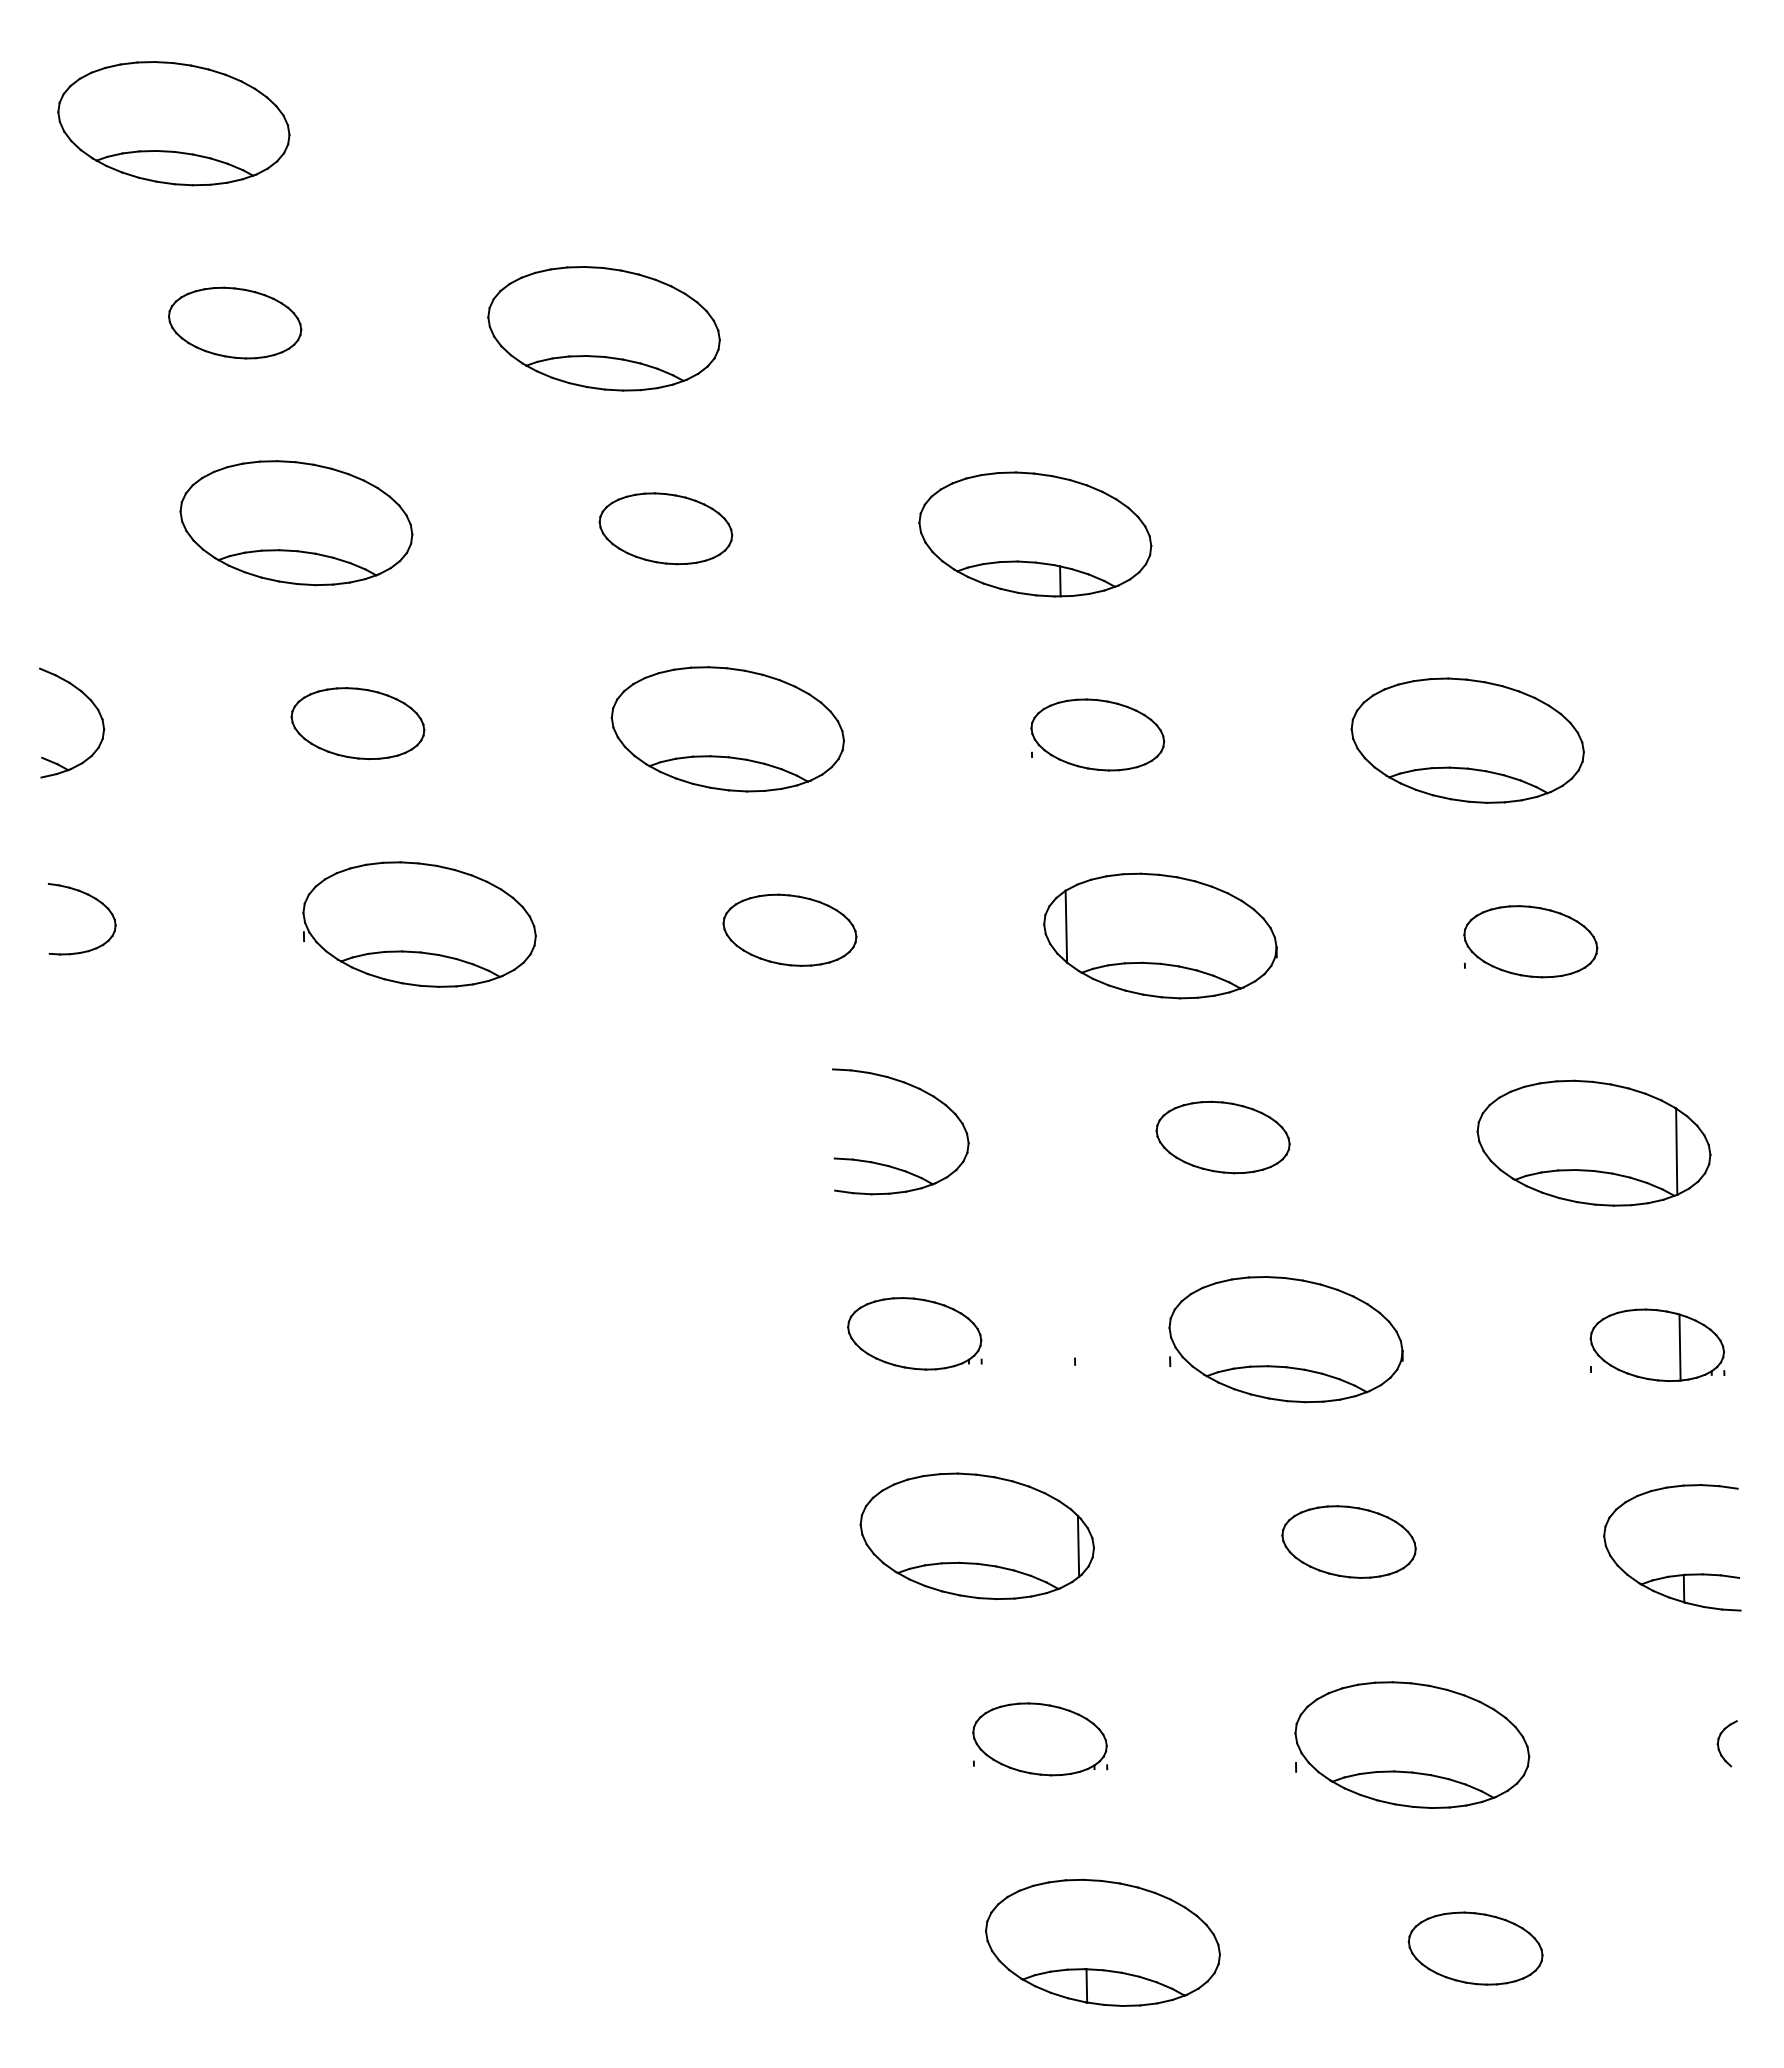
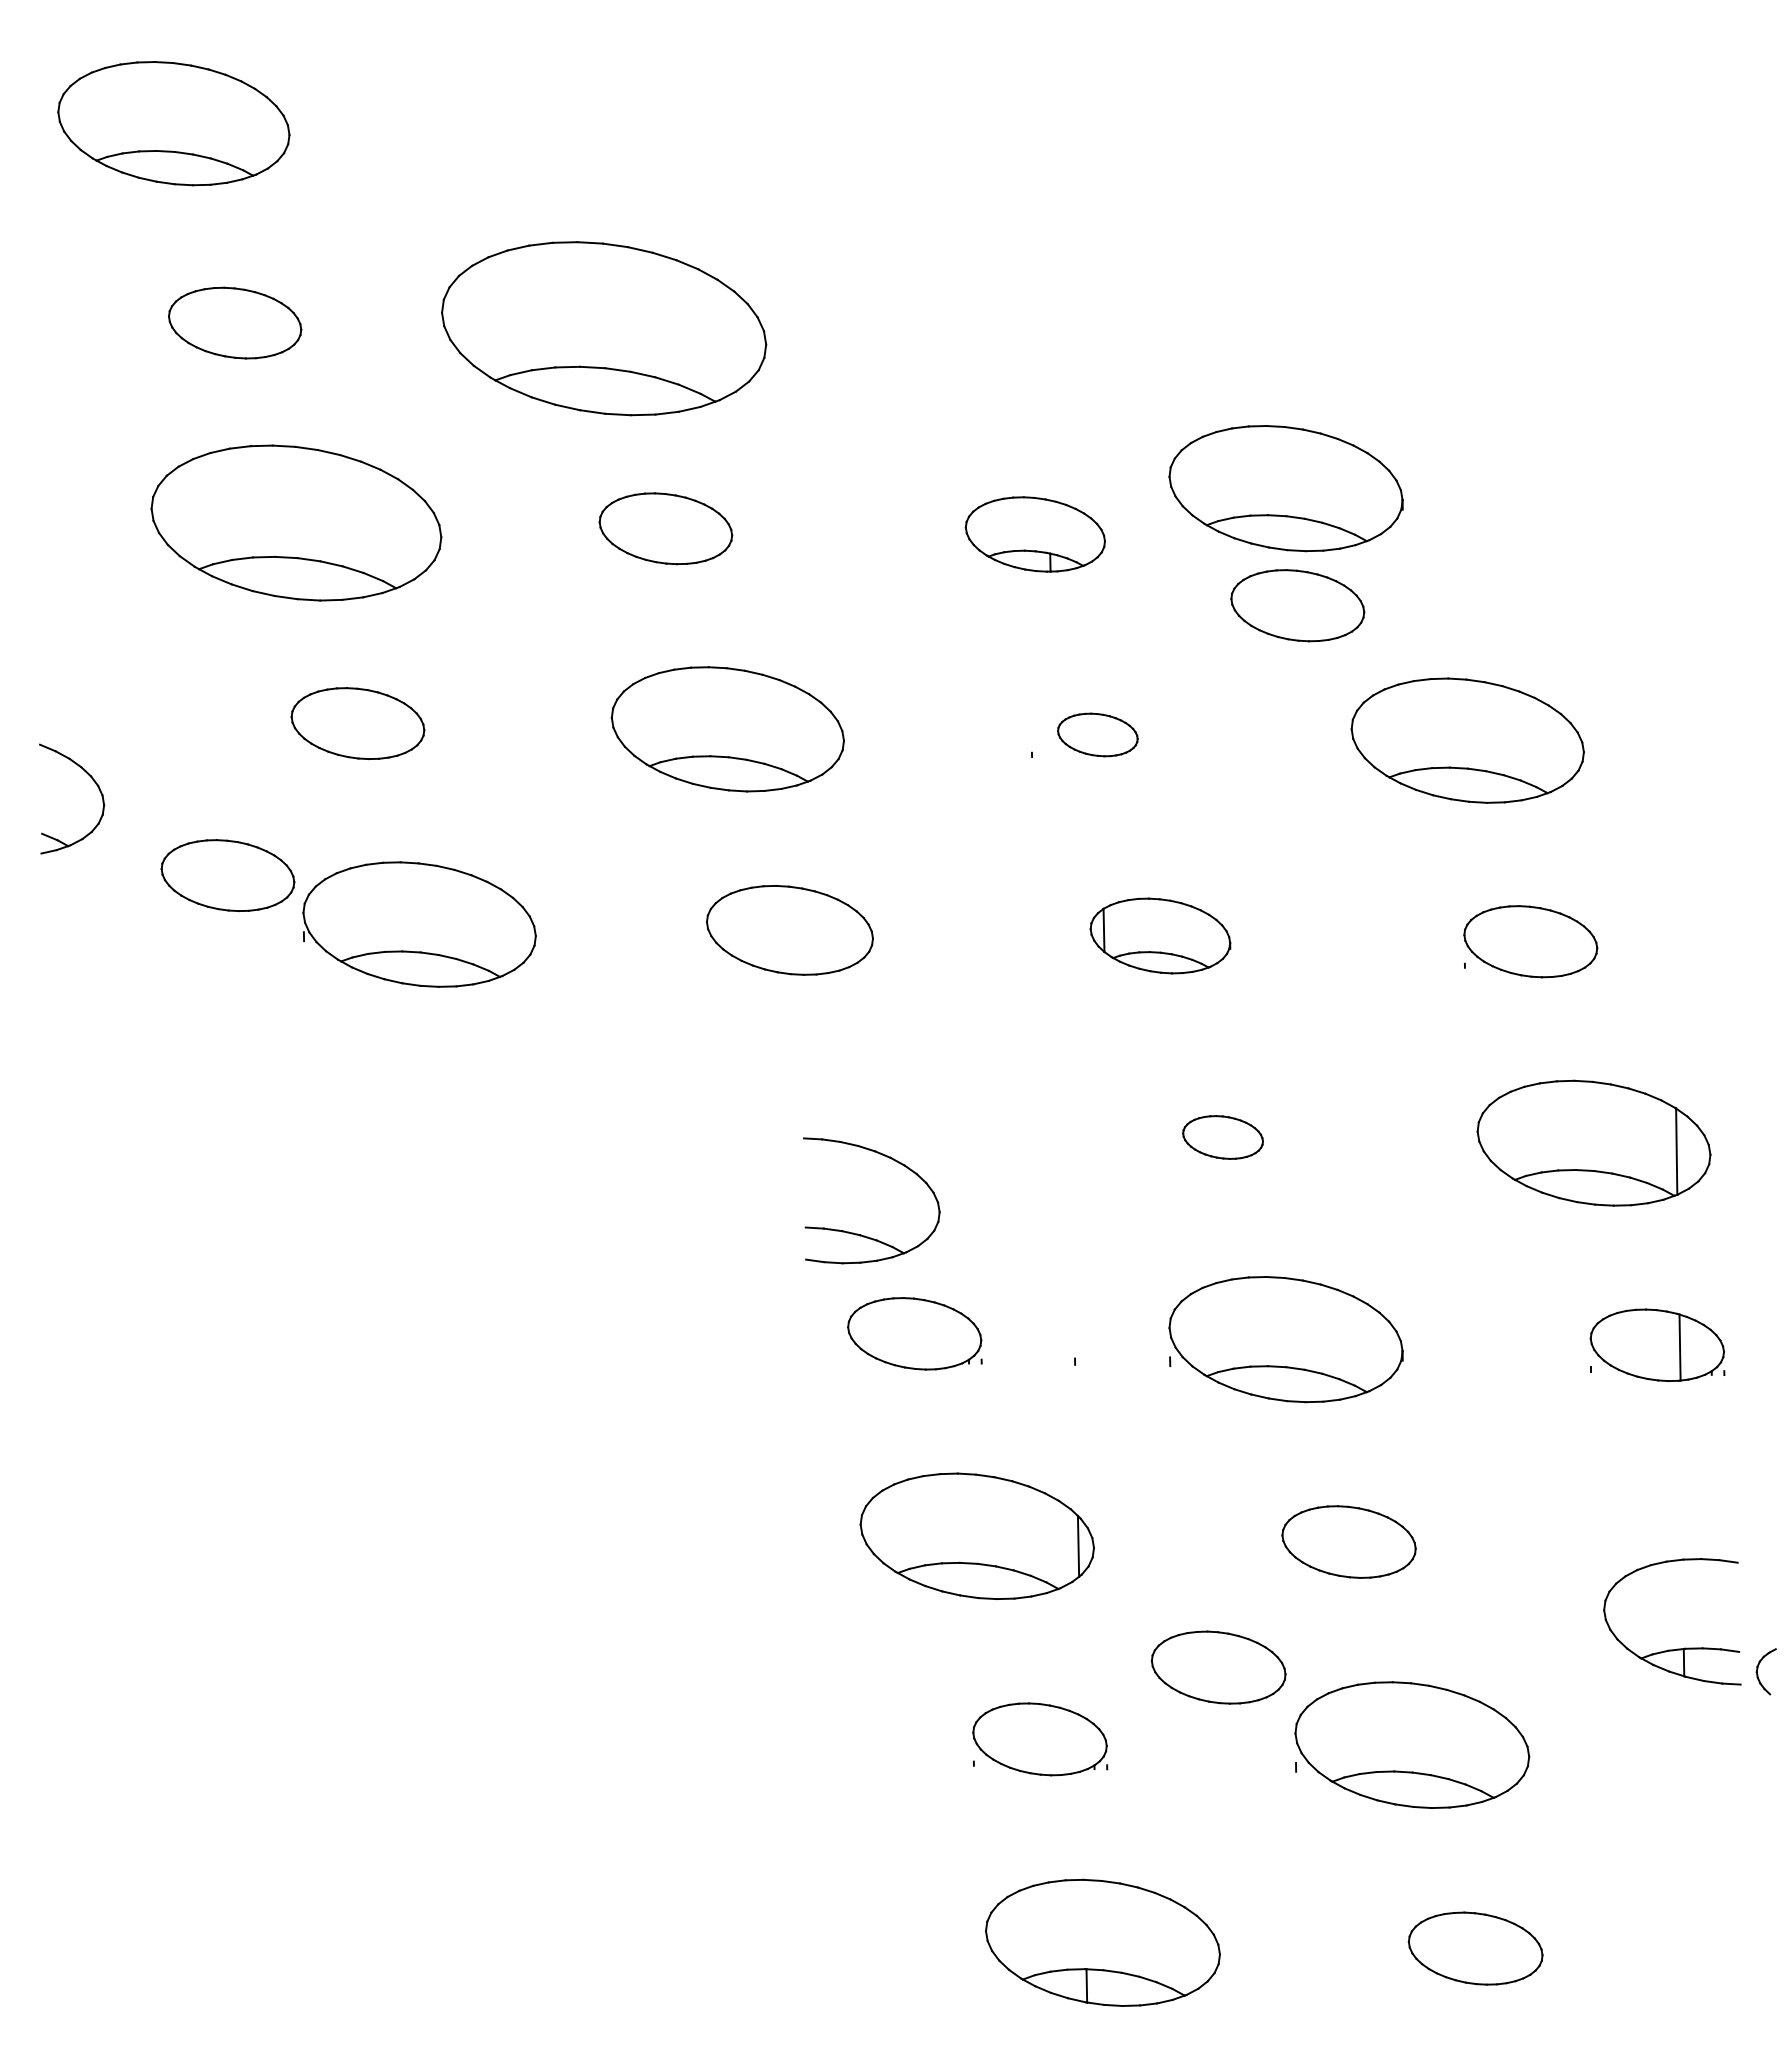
part at (603, 328) size: 234x126 px -> 327x176 px
part at (1285, 488): none -> present
part at (296, 523) size: 235x127 px -> 293x158 px
part at (1035, 534) size: 235x127 px -> 142x77 px
part at (1297, 605): none -> present
part at (92, 704) position: (92, 704) -> (92, 780)
part at (1097, 734) size: 136x74 px -> 82x46 px
part at (227, 875): none -> present
part at (94, 899): present -> none
part at (789, 929) size: 136x74 px -> 168x91 px
part at (1160, 935) size: 235x128 px -> 143x78 px
part at (1222, 1137) size: 136x75 px -> 82x45 px
part at (890, 1165) position: (890, 1165) -> (861, 1234)
part at (1677, 1574) position: (1677, 1574) -> (1677, 1648)
part at (1218, 1667): none -> present
part at (1719, 1741) position: (1719, 1741) -> (1758, 1669)
